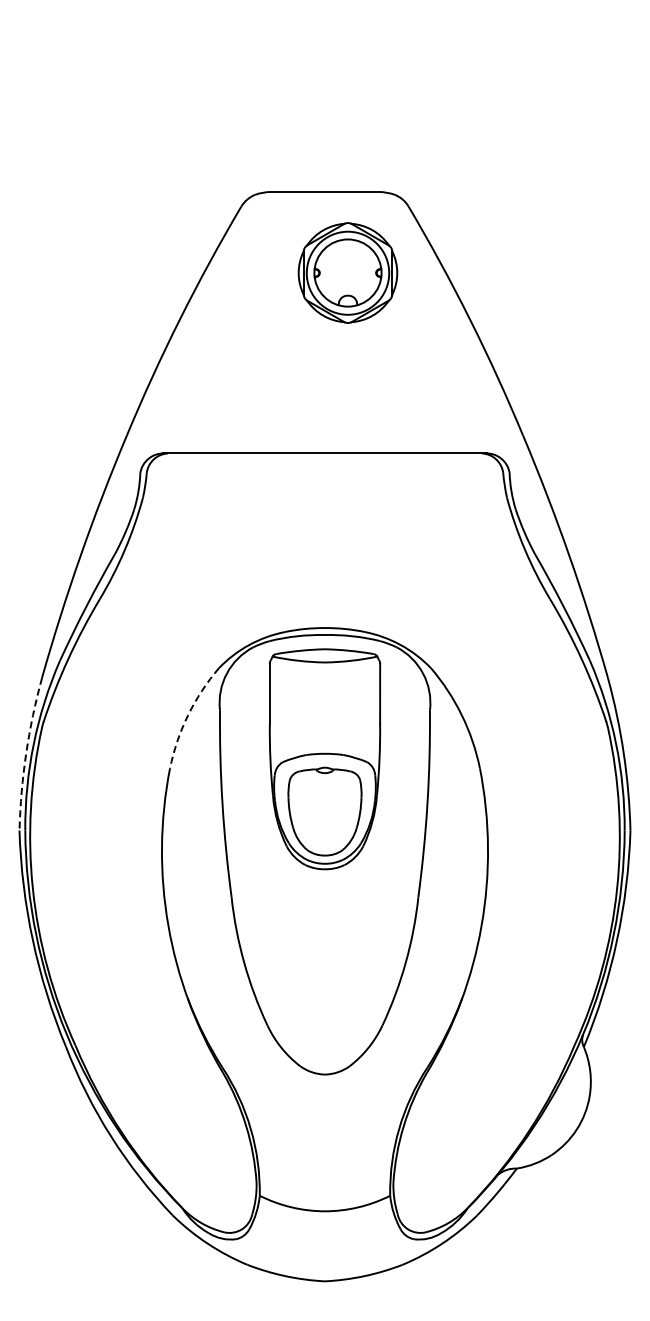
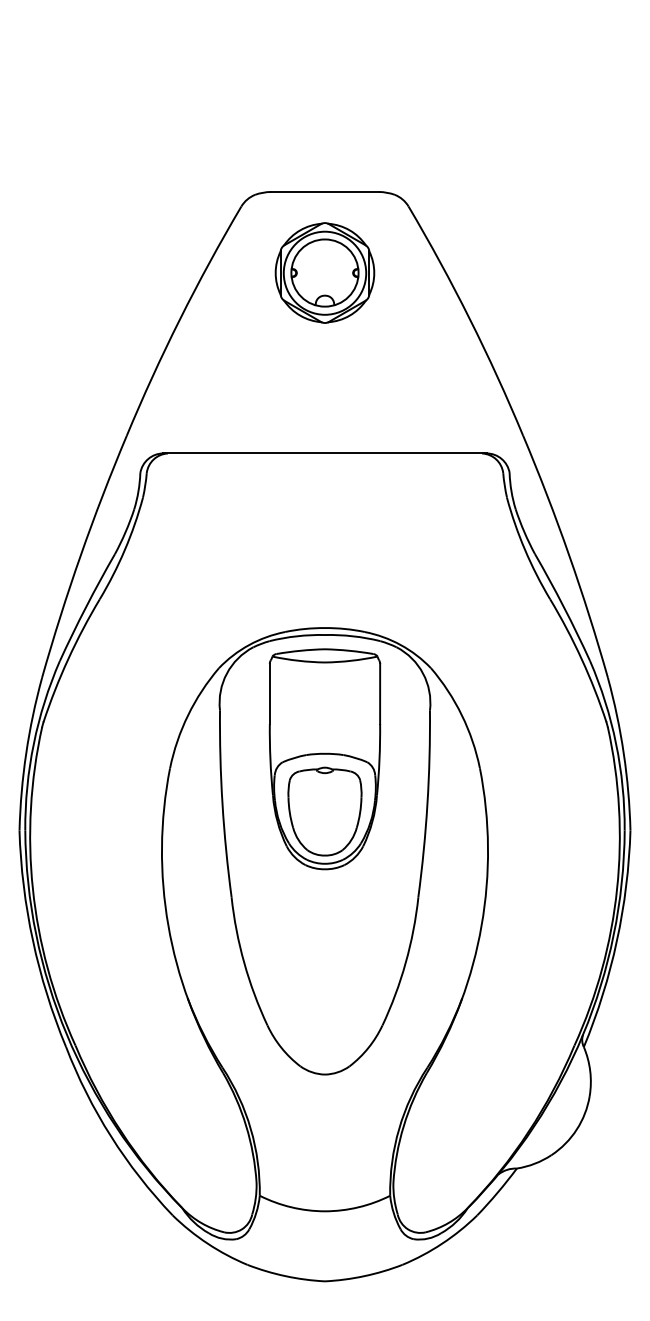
part at (347, 272) position: (347, 272) -> (324, 272)
arc at (188, 715): dashed -> solid
arc at (26, 753): dashed -> solid
